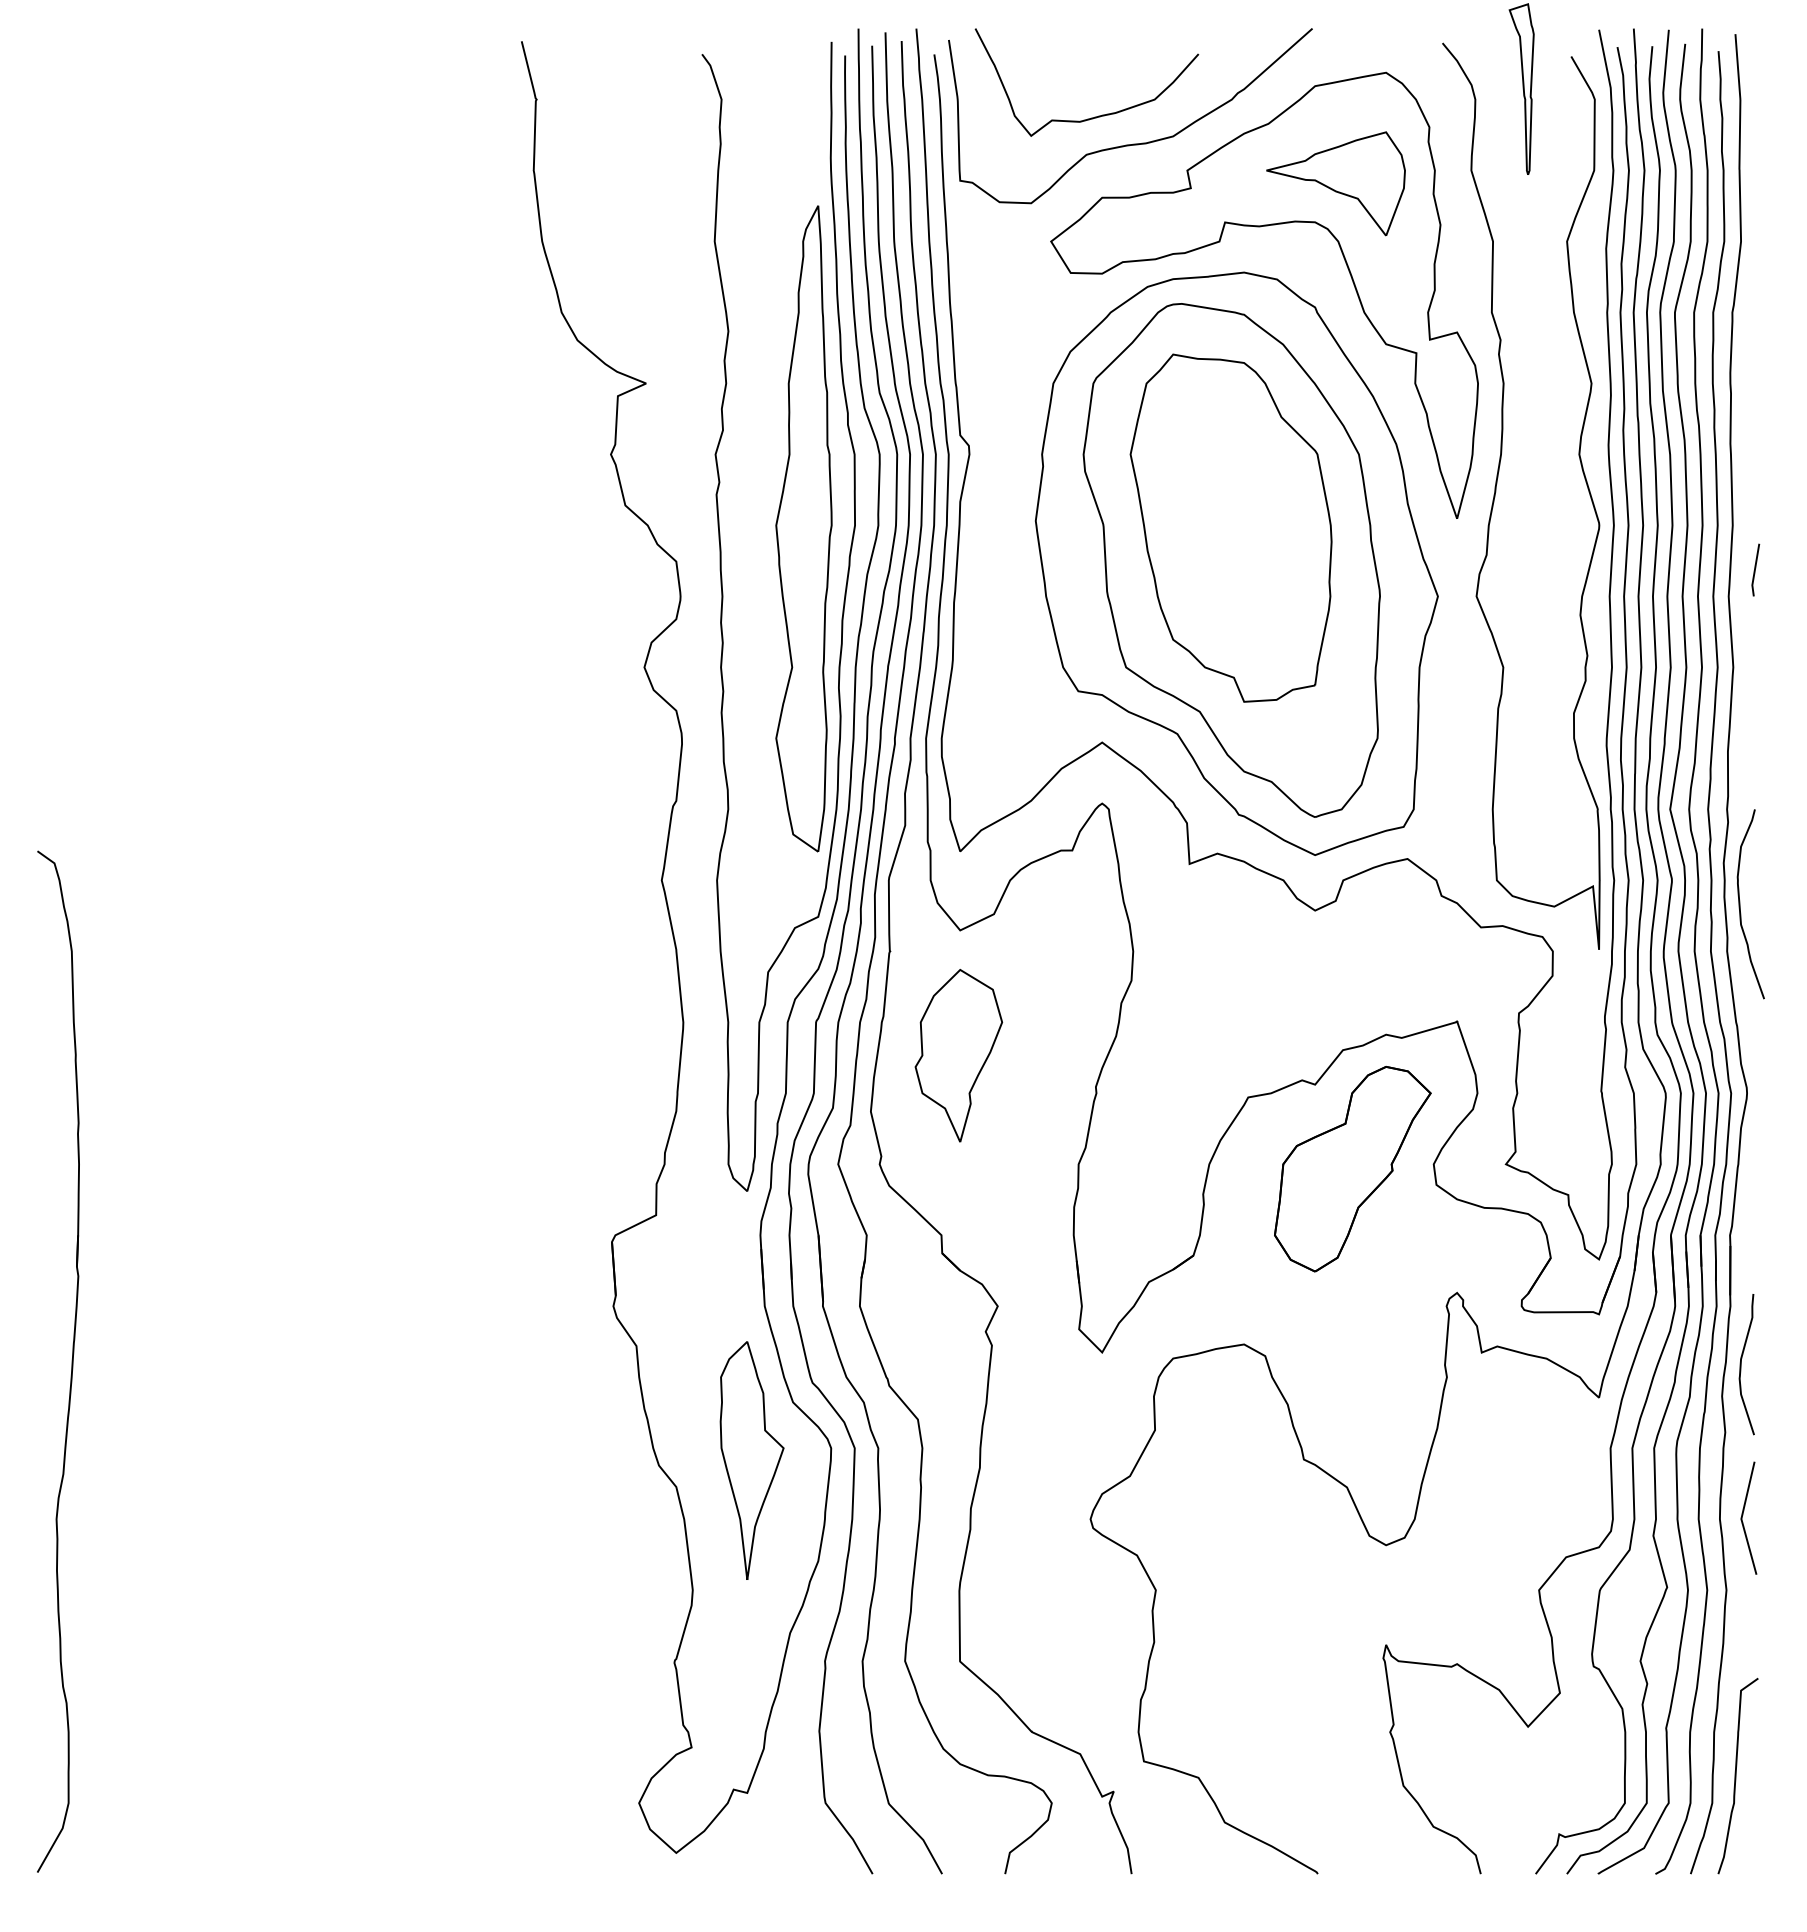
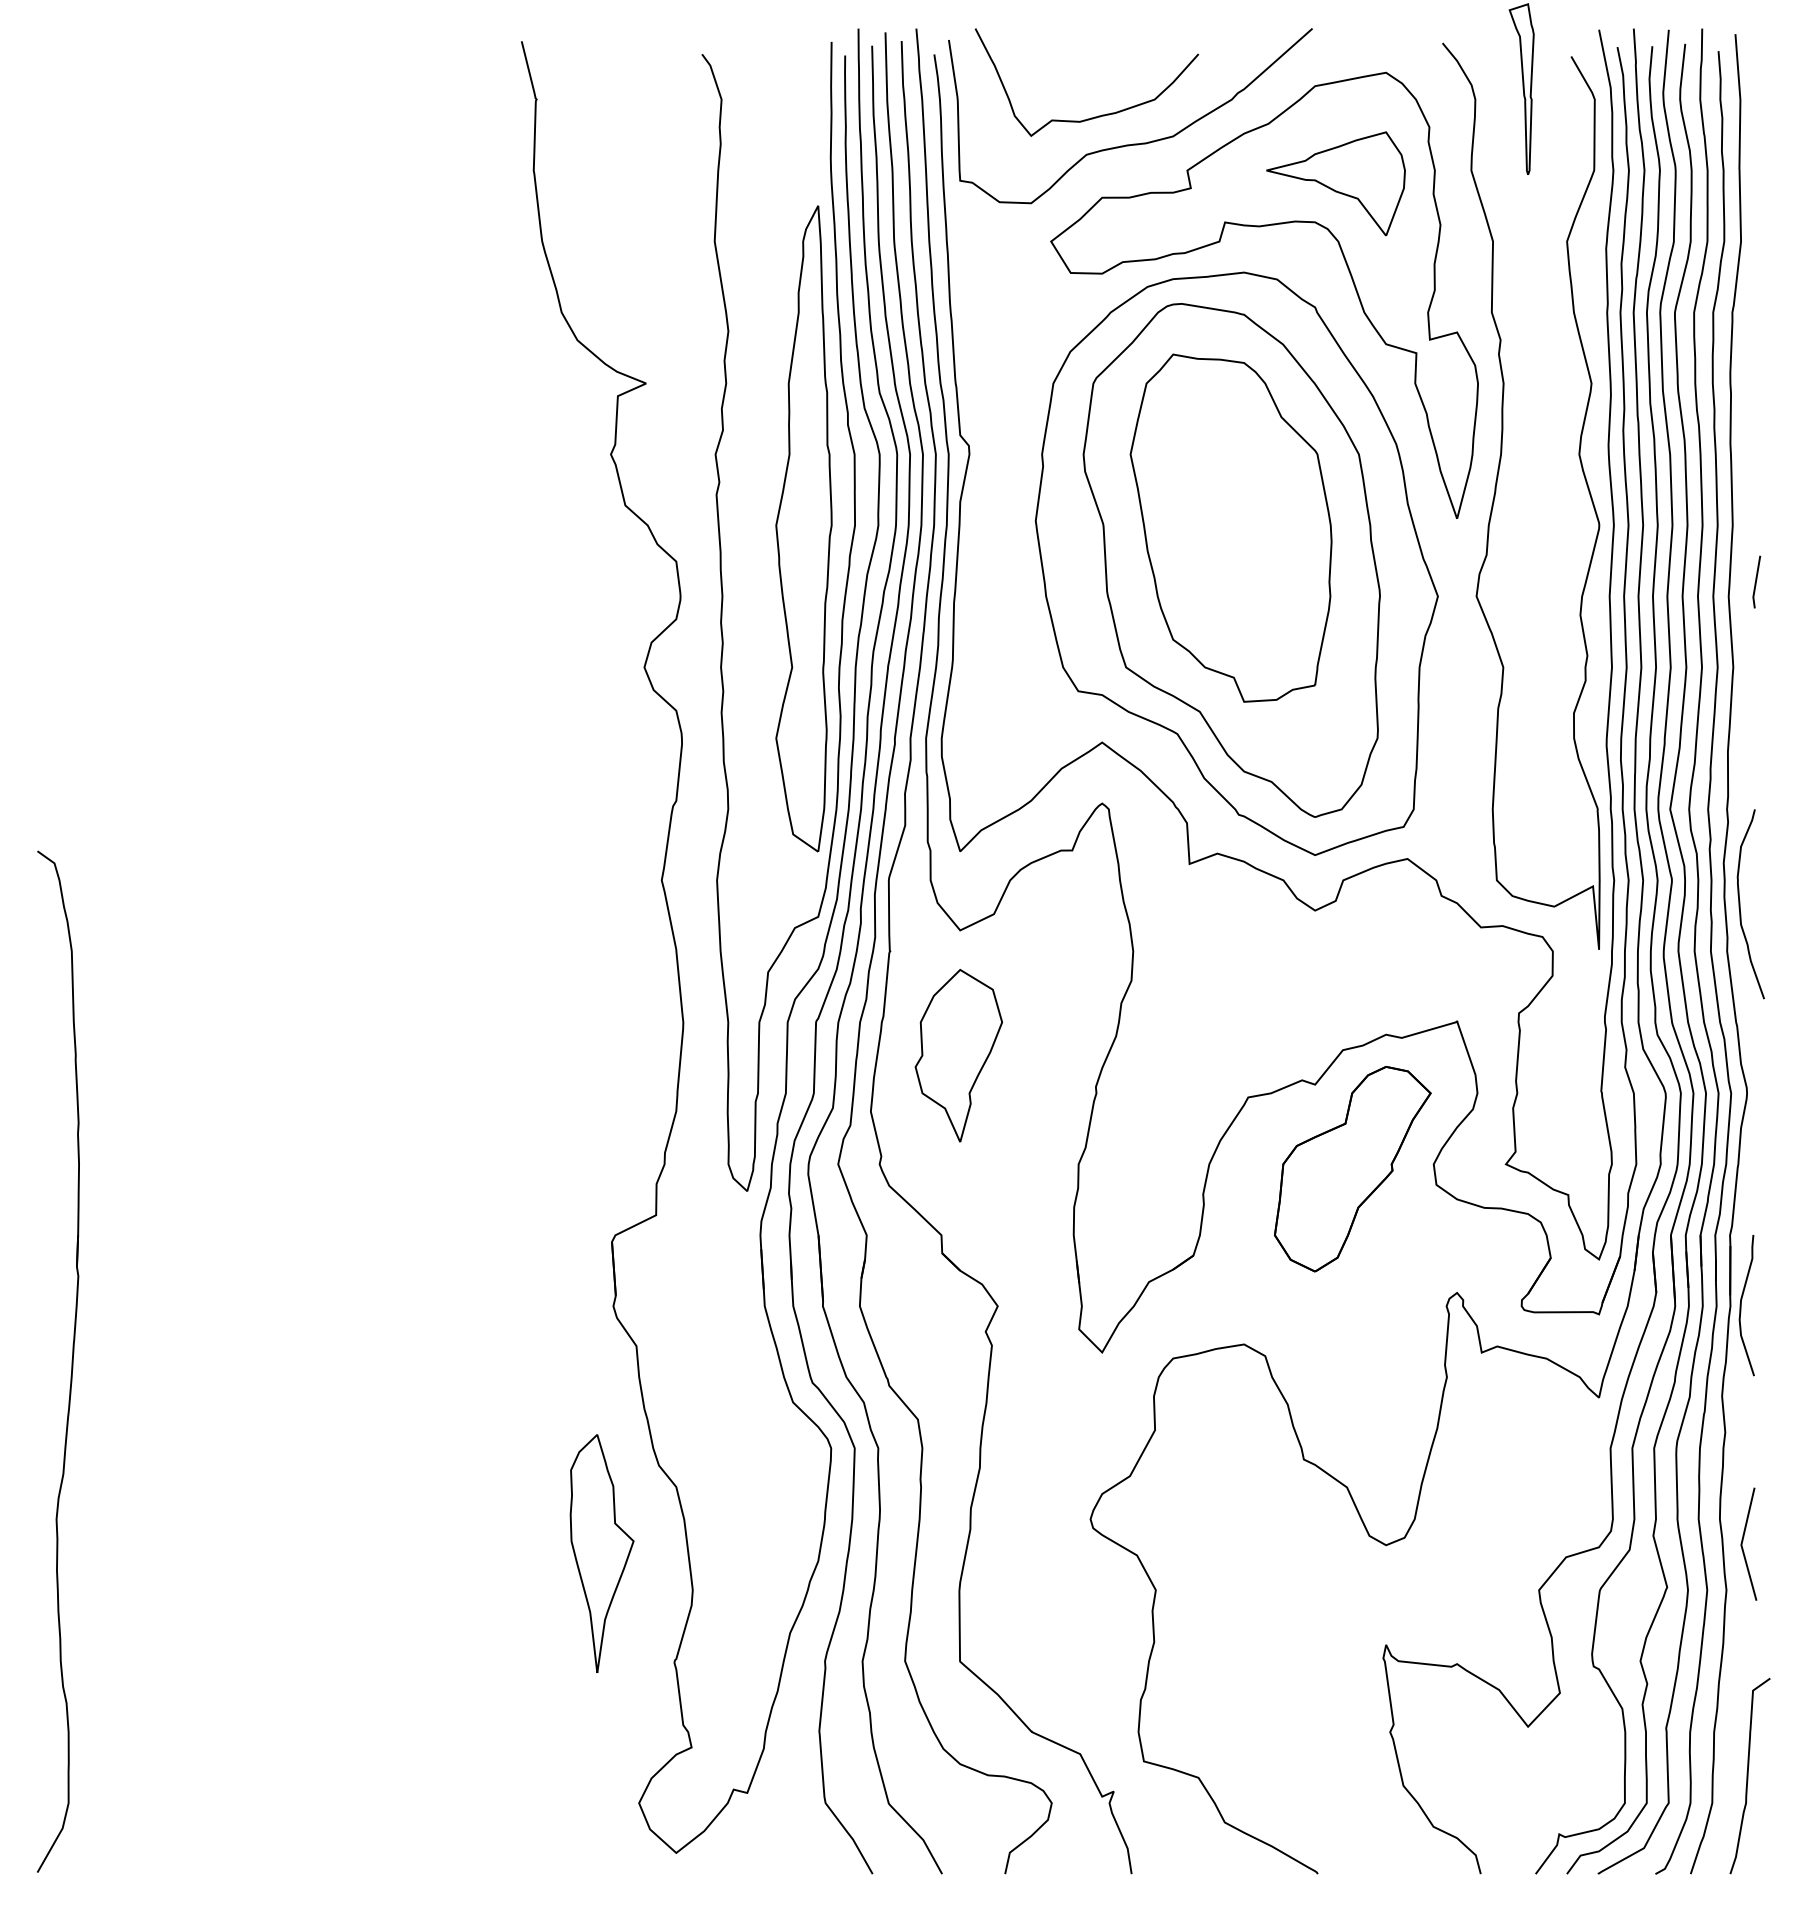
line at (1755, 569) position: (1755, 569) -> (1756, 581)
curve at (1741, 1364) position: (1741, 1364) -> (1741, 1305)
part at (751, 1460) position: (751, 1460) -> (601, 1553)
line at (1743, 1515) position: (1743, 1515) -> (1743, 1541)
curve at (1736, 1775) position: (1736, 1775) -> (1748, 1775)
